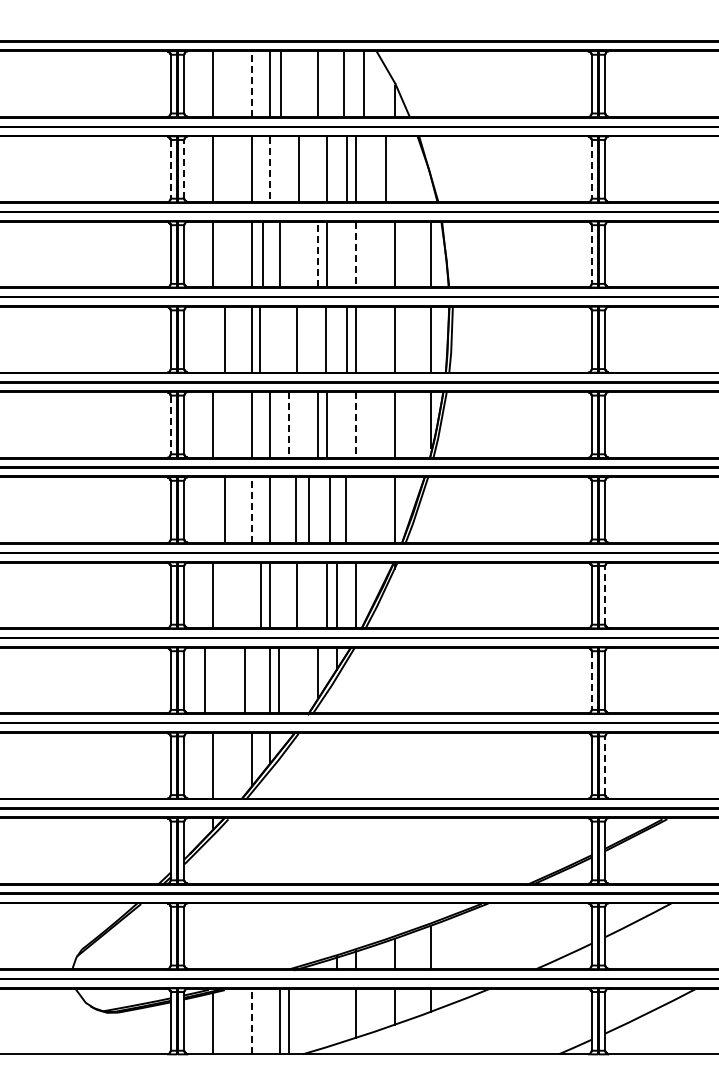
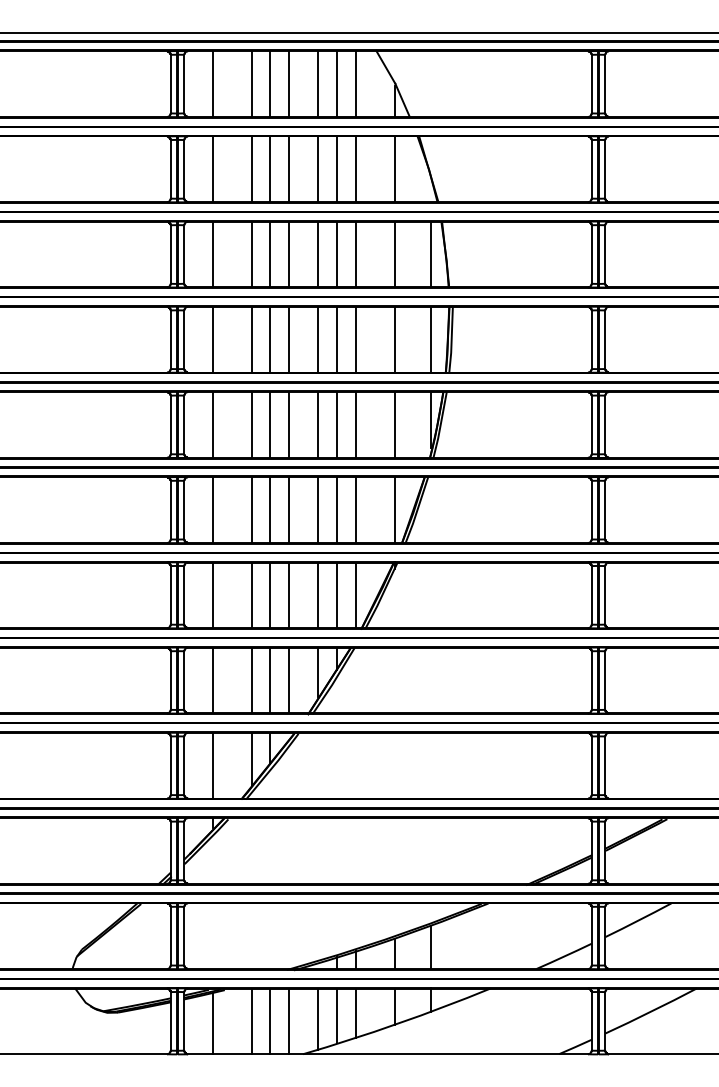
line at (358, 32): none -> present
line at (281, 83) position: (281, 83) -> (289, 83)
line at (344, 83) position: (344, 83) -> (337, 83)
line at (364, 83) position: (364, 83) -> (356, 83)
line at (251, 84): dashed -> solid
line at (184, 168): dashed -> solid
line at (170, 169): dashed -> solid
line at (270, 169): dashed -> solid
line at (299, 169) position: (299, 169) -> (289, 169)
line at (327, 169) position: (327, 169) -> (318, 169)
line at (347, 169) position: (347, 169) -> (337, 169)
line at (385, 169) position: (385, 169) -> (394, 169)
line at (591, 169): dashed -> solid
line at (263, 254) position: (263, 254) -> (270, 254)
line at (280, 254) position: (280, 254) -> (289, 254)
line at (318, 254): dashed -> solid
line at (327, 254) position: (327, 254) -> (337, 254)
line at (356, 254): dashed -> solid
line at (591, 255): dashed -> solid
line at (225, 339) position: (225, 339) -> (213, 339)
line at (260, 339) position: (260, 339) -> (270, 339)
line at (297, 339) position: (297, 339) -> (289, 339)
line at (326, 339) position: (326, 339) -> (318, 339)
line at (347, 339) position: (347, 339) -> (337, 339)
line at (289, 424): dashed -> solid
line at (327, 424) position: (327, 424) -> (337, 424)
line at (356, 424): dashed -> solid
line at (170, 425): dashed -> solid
line at (225, 509) position: (225, 509) -> (213, 509)
line at (296, 509) position: (296, 509) -> (289, 509)
line at (309, 509) position: (309, 509) -> (318, 509)
line at (330, 509) position: (330, 509) -> (337, 509)
line at (346, 509) position: (346, 509) -> (356, 509)
line at (251, 510): dashed -> solid
line at (605, 594): dashed -> solid
line at (260, 595) position: (260, 595) -> (251, 595)
line at (297, 595) position: (297, 595) -> (289, 595)
line at (327, 595) position: (327, 595) -> (318, 595)
line at (205, 680) position: (205, 680) -> (213, 680)
line at (244, 680) position: (244, 680) -> (251, 680)
line at (279, 680) position: (279, 680) -> (289, 680)
line at (591, 681): dashed -> solid
line at (605, 765): dashed -> solid
line at (337, 1015): none -> present
line at (318, 1018): none -> present
line at (251, 1021): dashed -> solid
line at (280, 1021) position: (280, 1021) -> (270, 1021)
